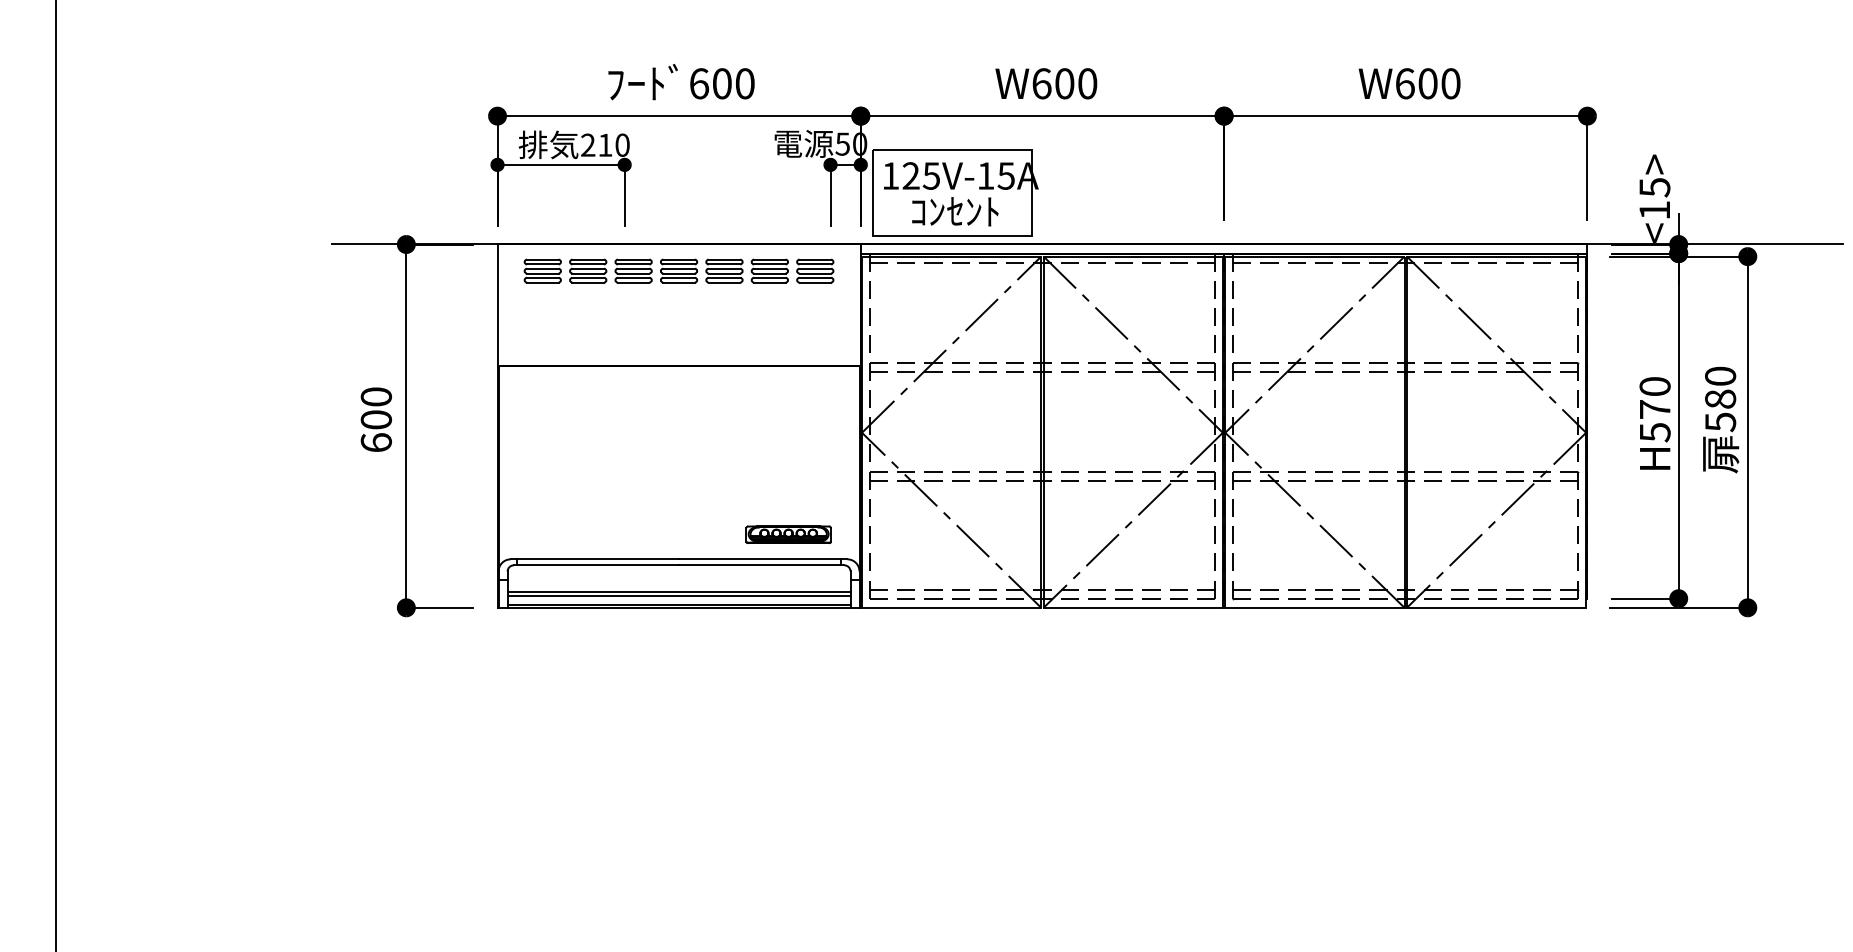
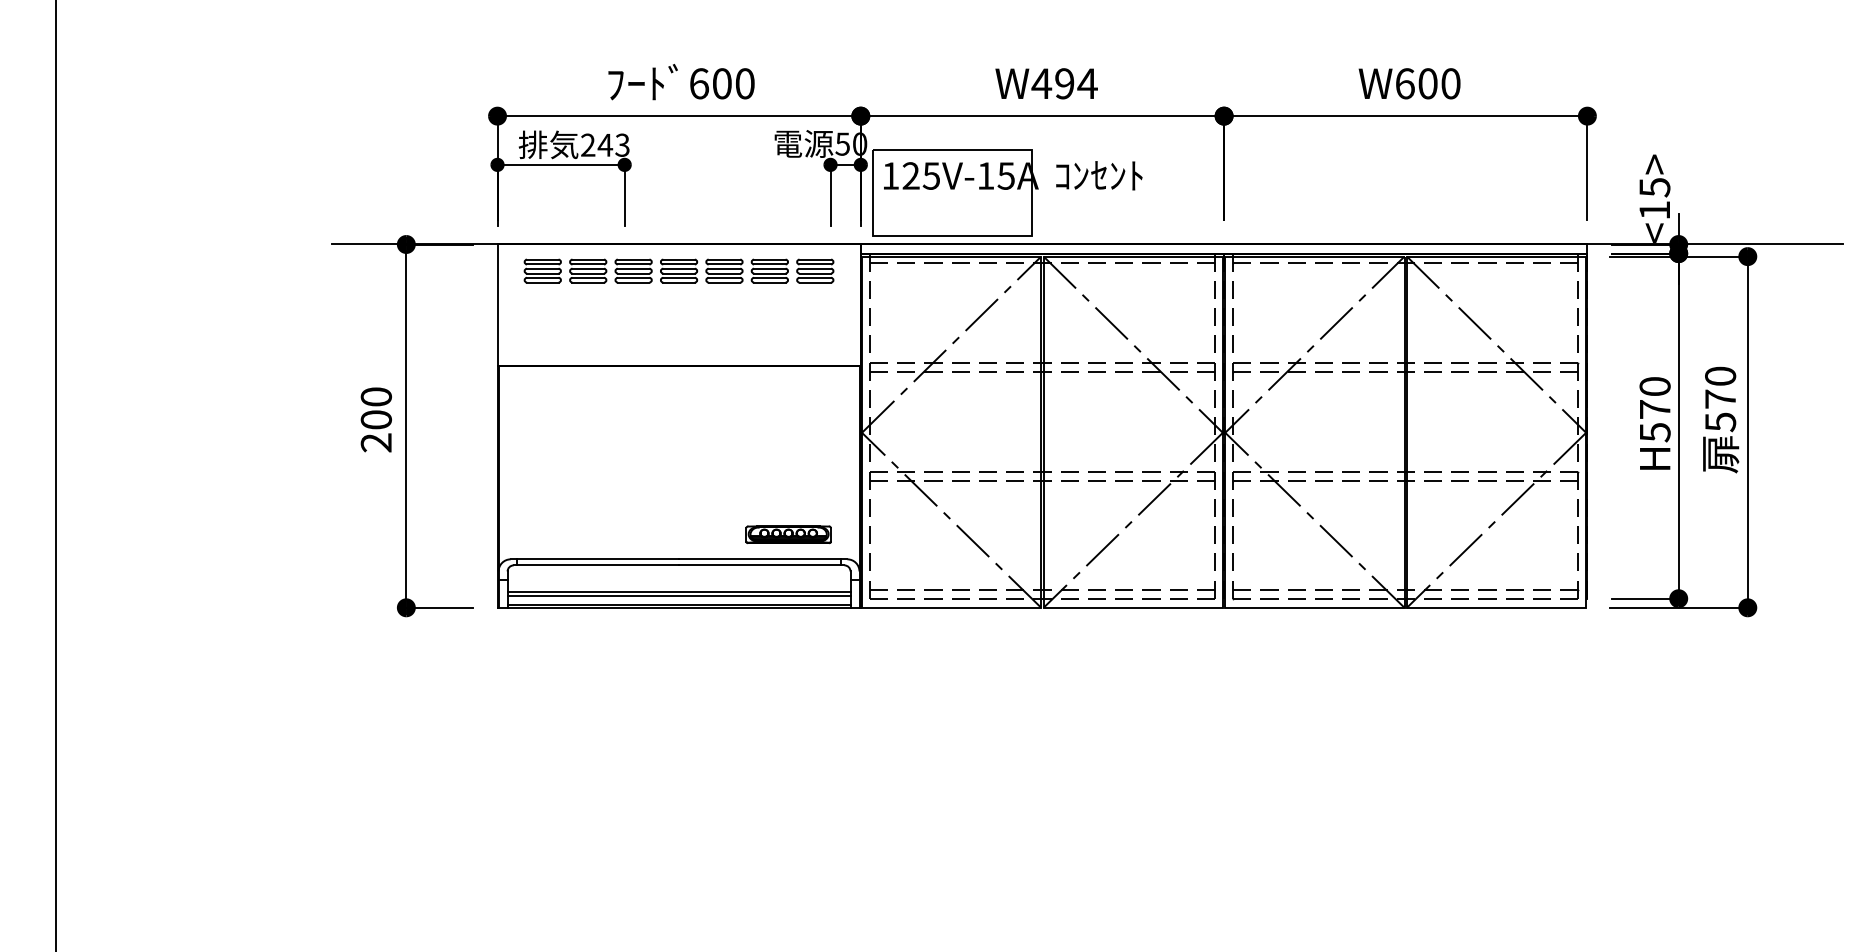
text at (1064, 83): W600 -> W494
text at (613, 144): 210 -> 243
text at (955, 211) position: (955, 211) -> (1099, 175)
text at (1720, 398): 580 -> 570
text at (375, 442): 600 -> 200
